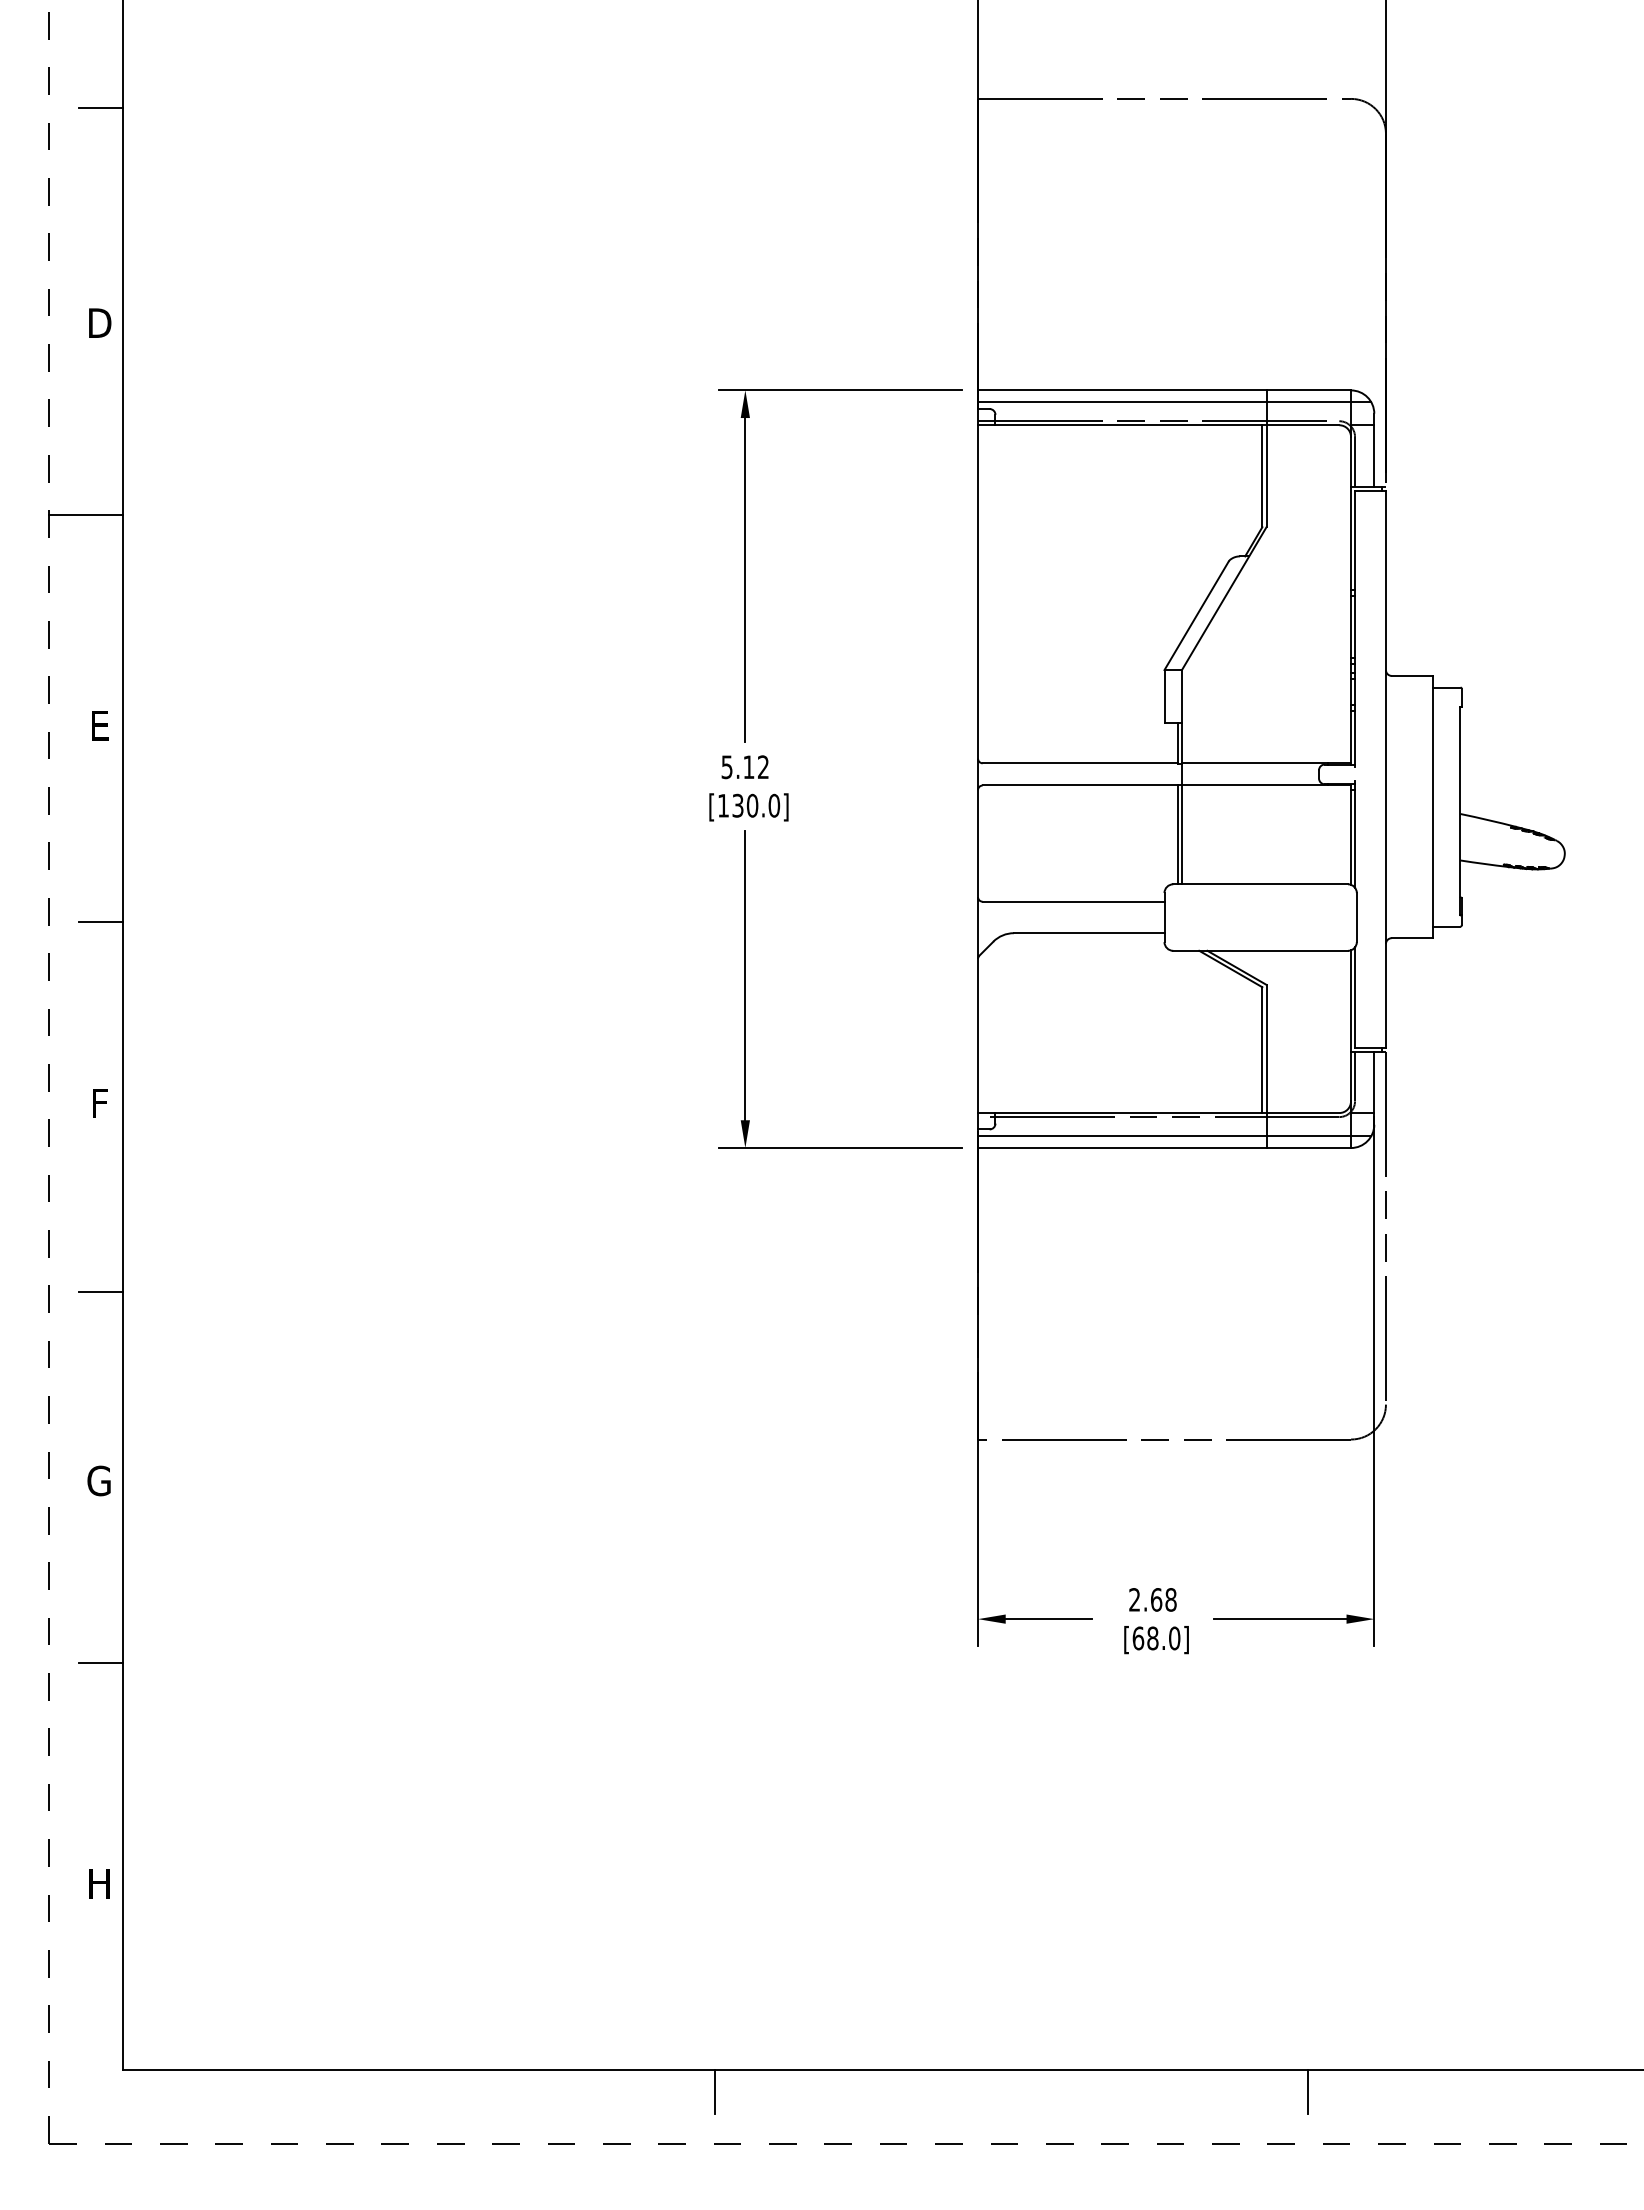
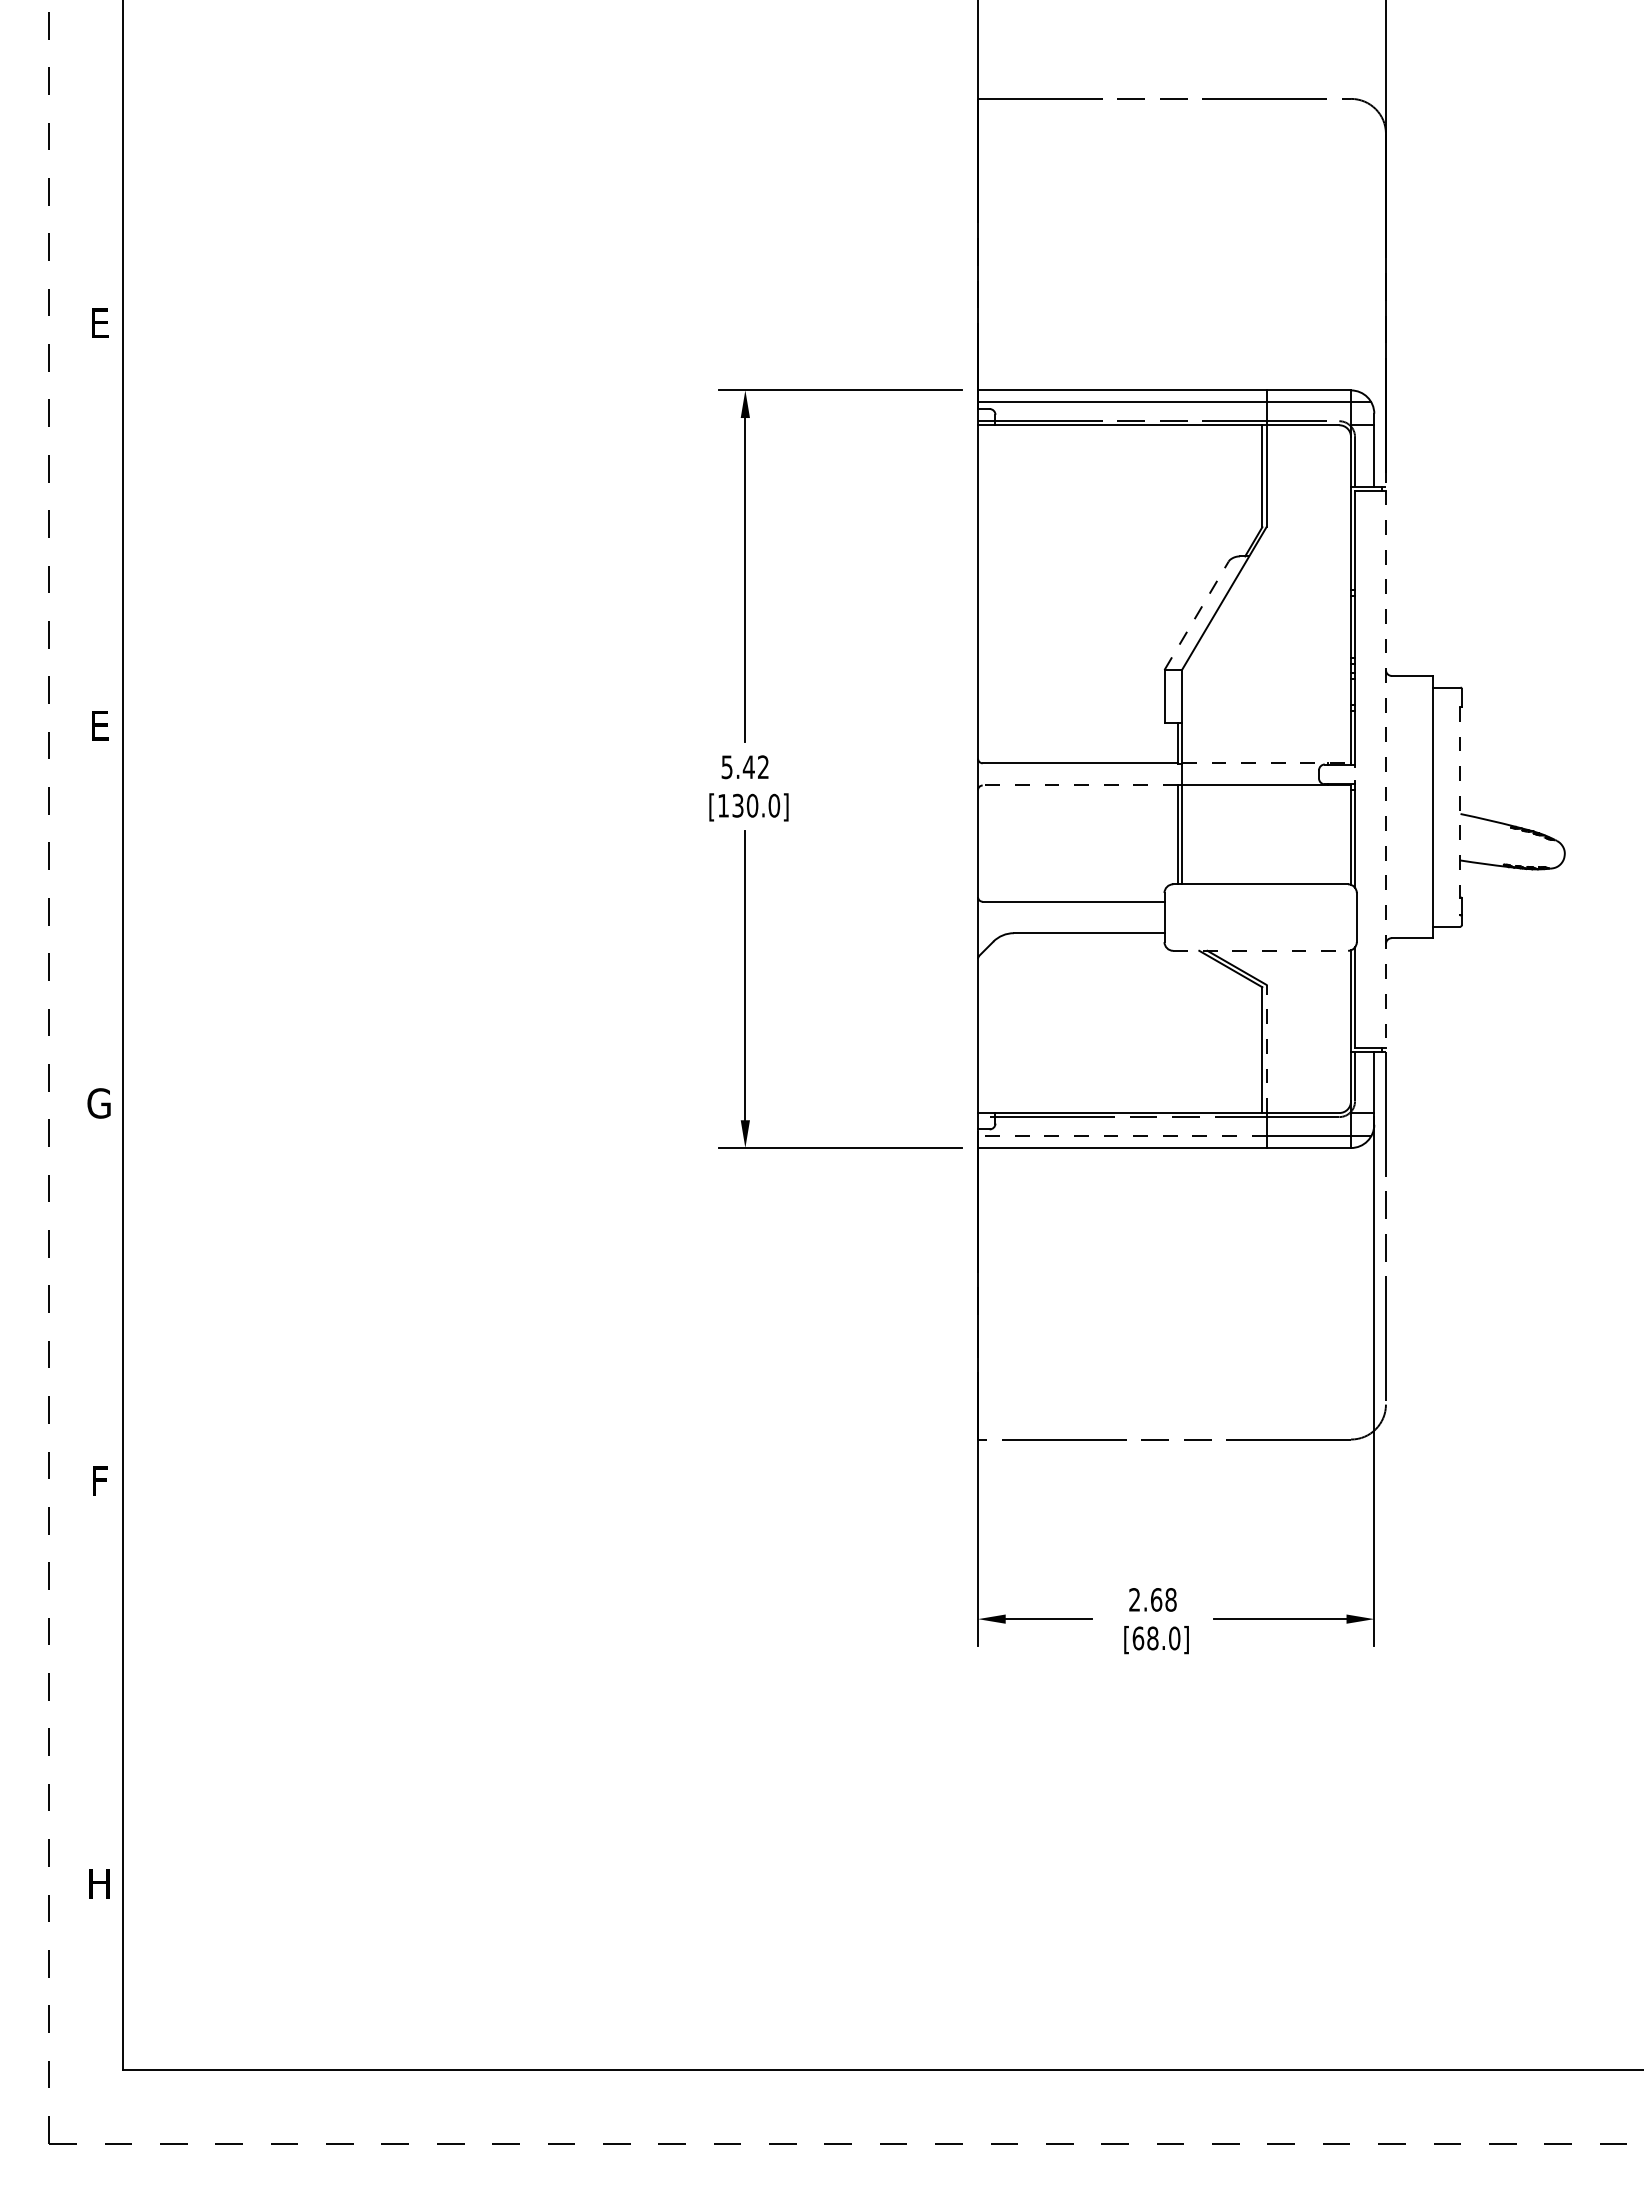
line at (100, 107): present -> none
text at (100, 322): D -> E
line at (86, 515): present -> none
line at (1196, 615): solid -> dashed
line at (1266, 763): solid -> dashed
text at (748, 766): 5.12 -> 5.42
line at (1385, 769): solid -> dashed
line at (1080, 785): solid -> dashed
line at (1460, 811): solid -> dashed
line at (100, 922): present -> none
line at (1261, 950): solid -> dashed
line at (1266, 1048): solid -> dashed
text at (98, 1103): F -> G
line at (1121, 1136): solid -> dashed
line at (100, 1292): present -> none
text at (98, 1480): G -> F
line at (100, 1662): present -> none
line at (715, 2091): present -> none
line at (1307, 2091): present -> none
